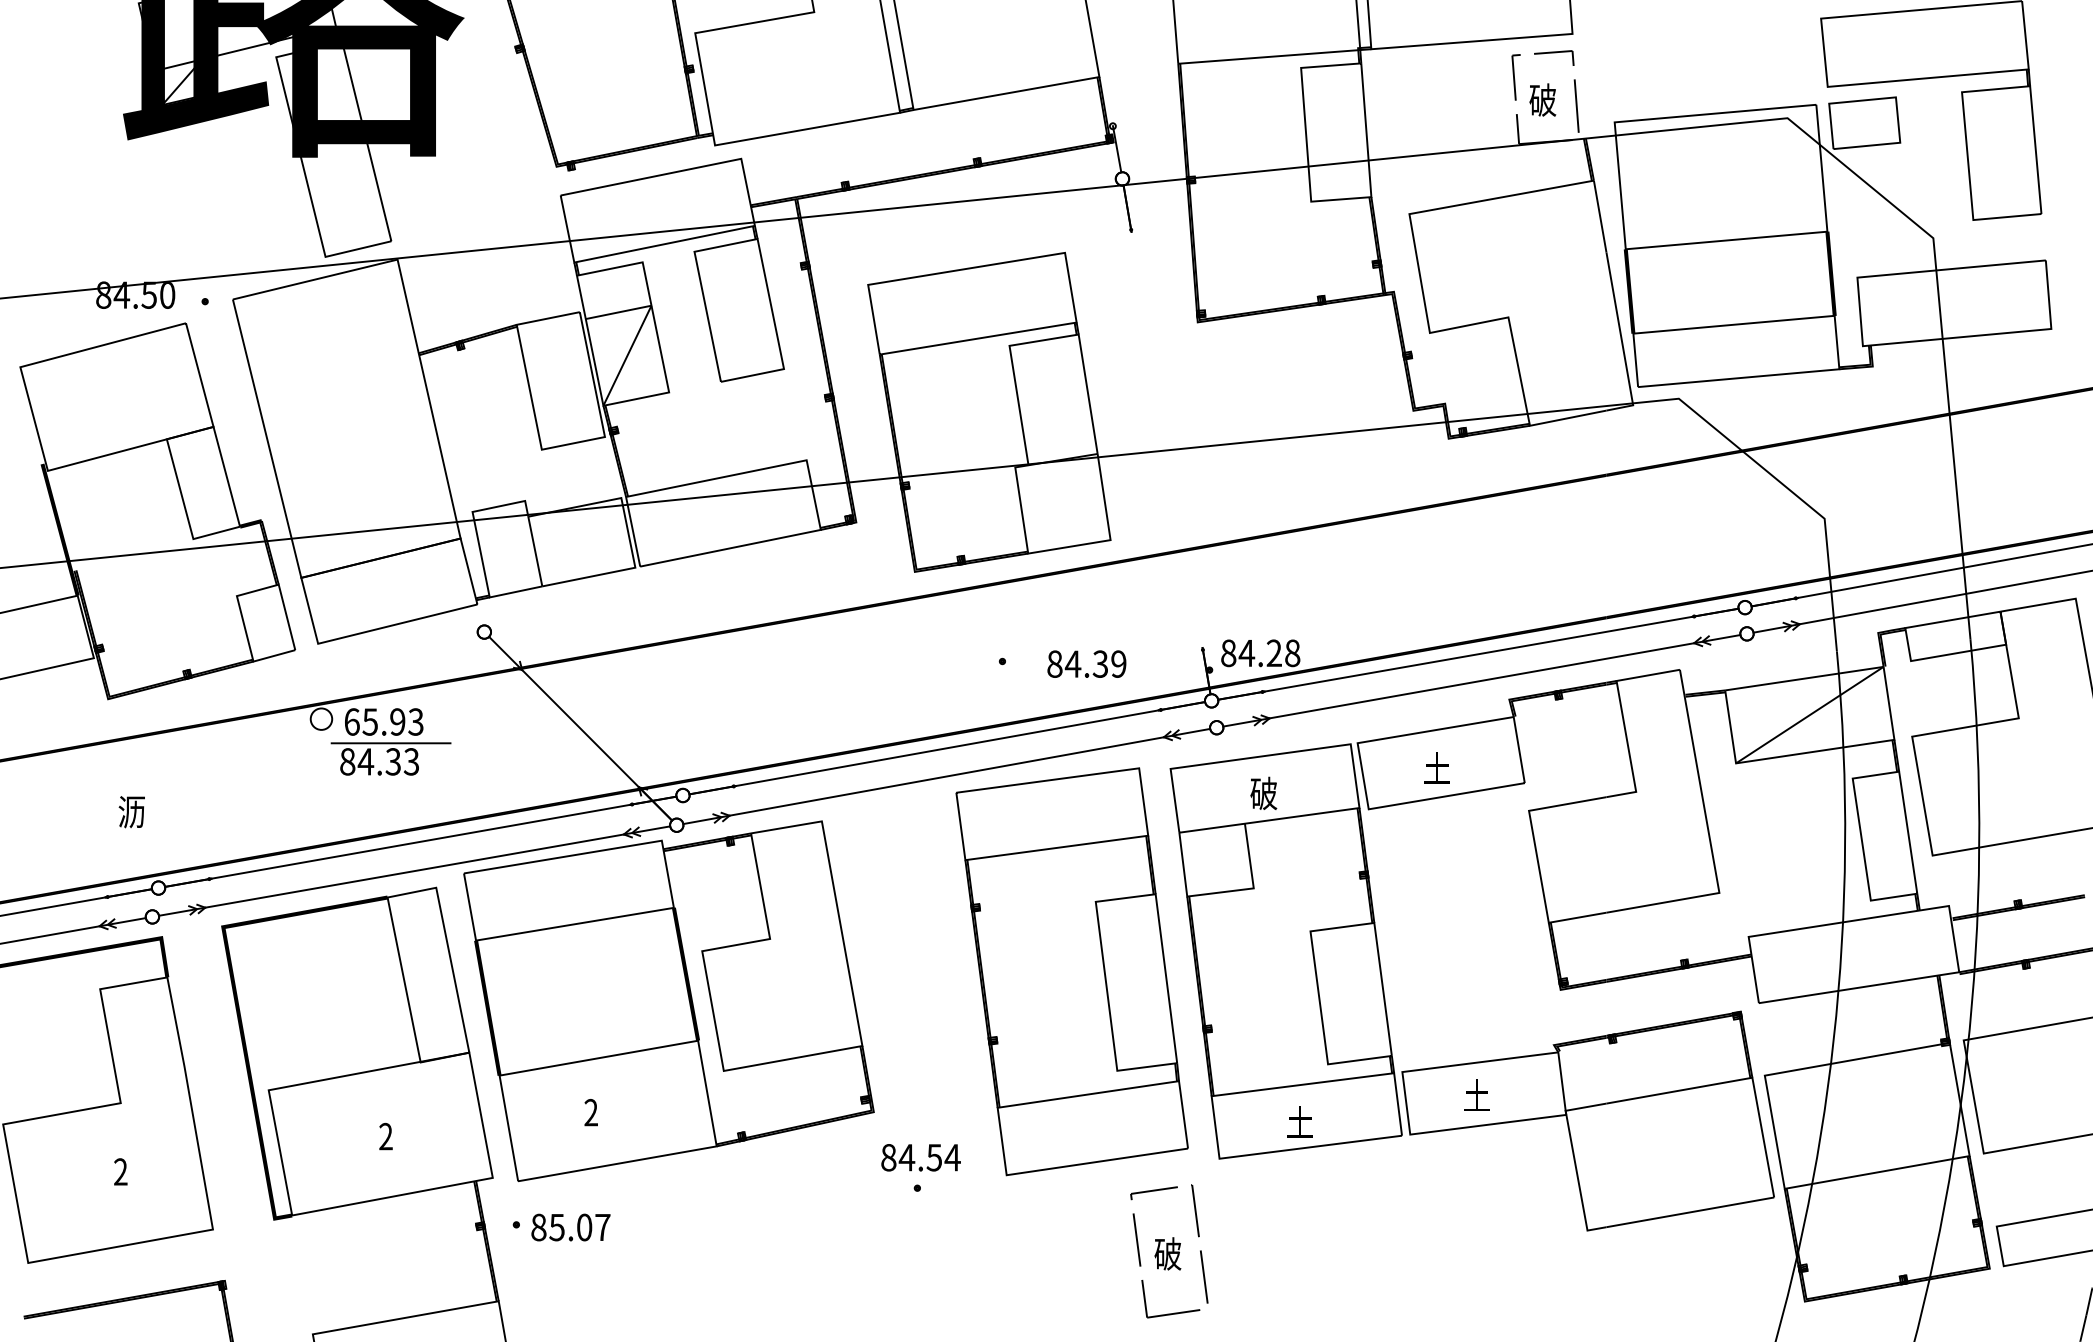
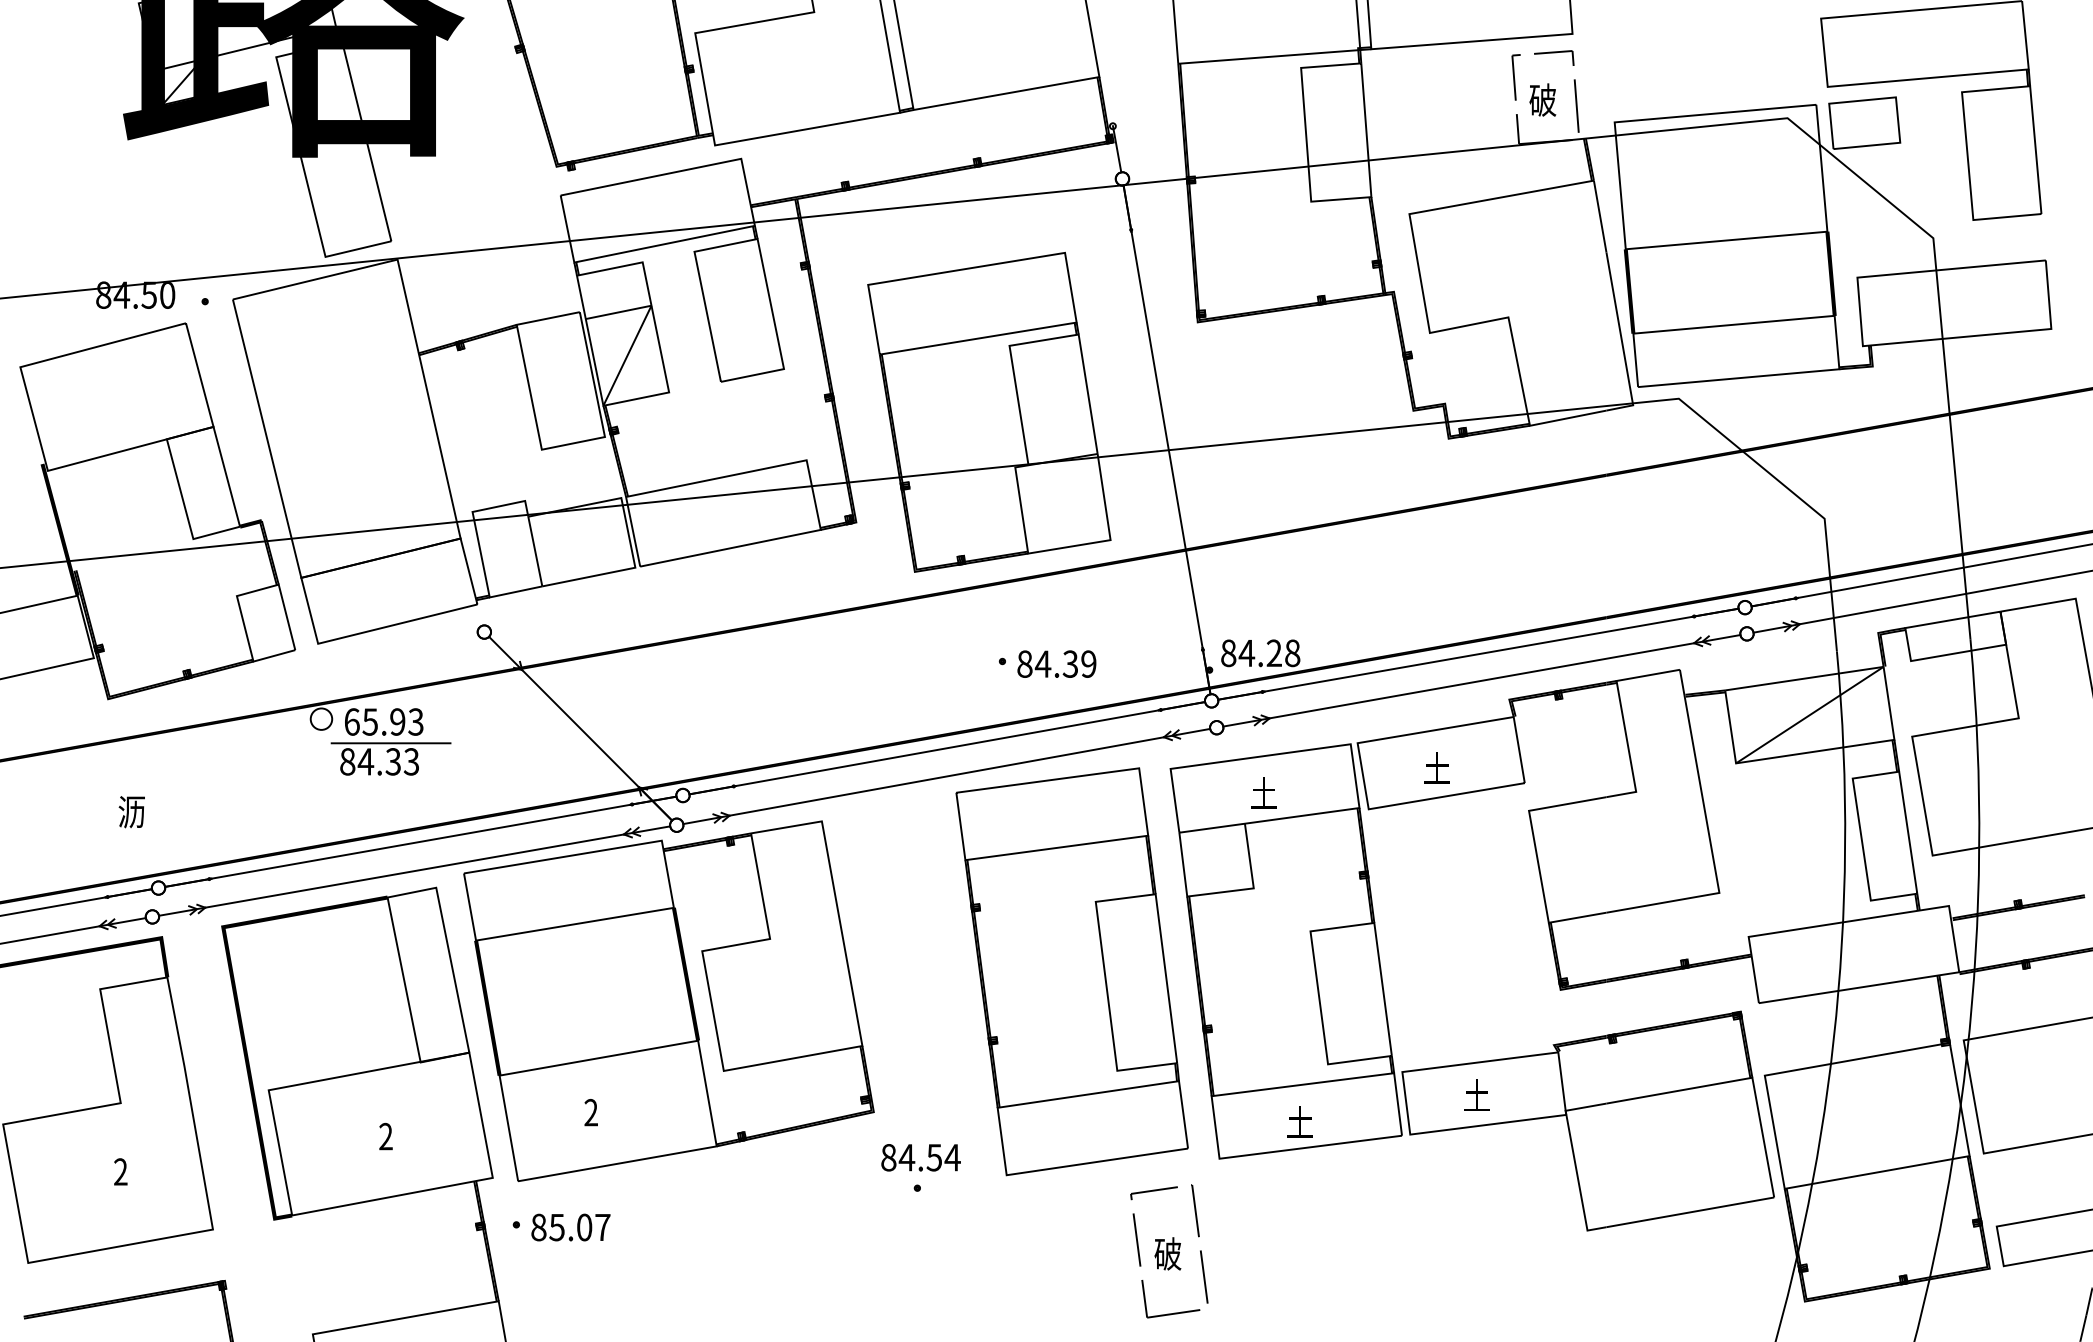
line at (1166, 439): none -> present
text at (1086, 663) position: (1086, 663) -> (1056, 663)
text at (1263, 793): 破 -> 土
